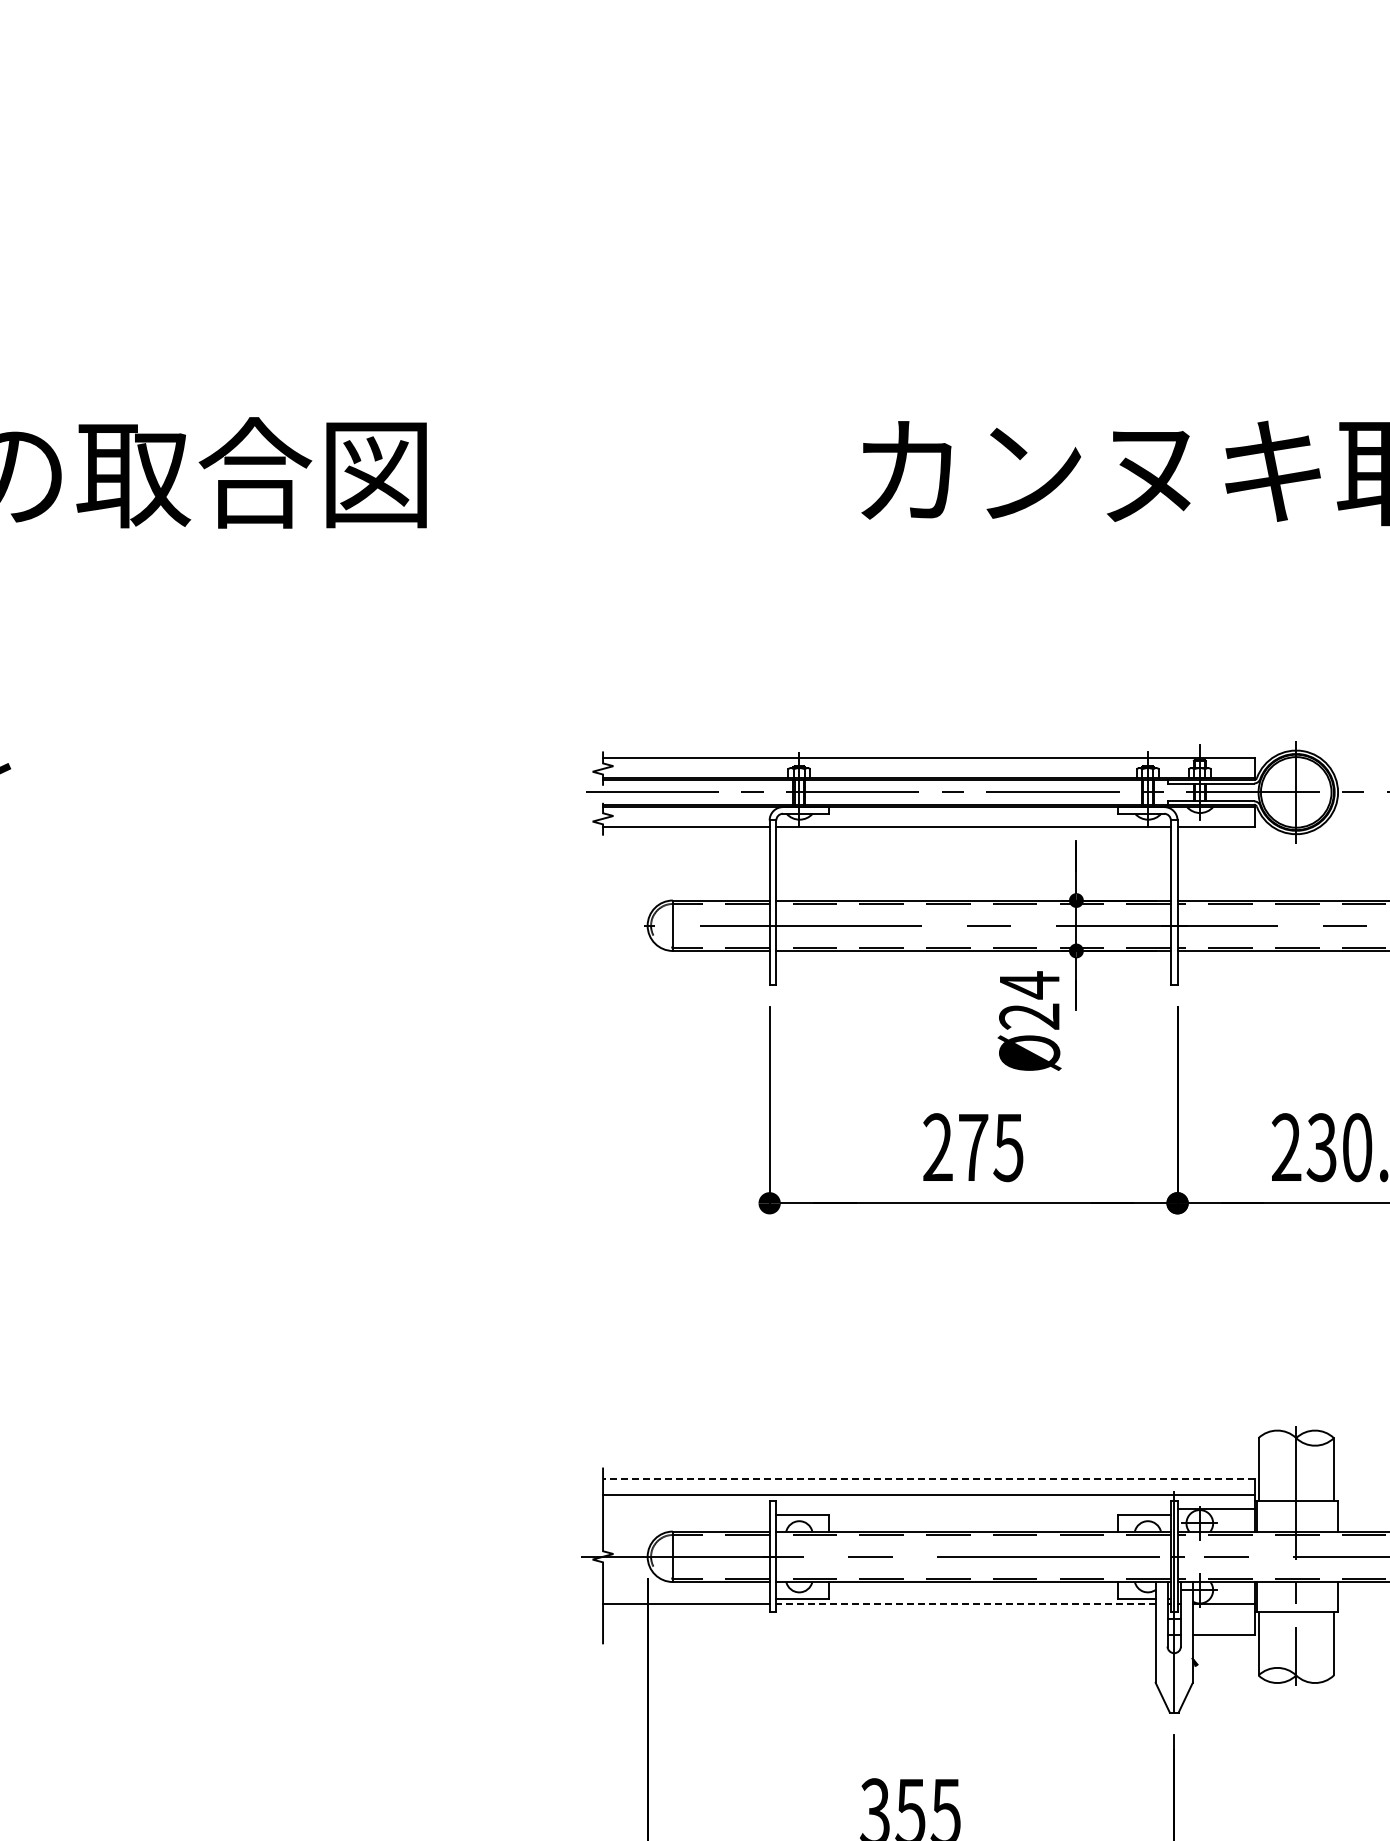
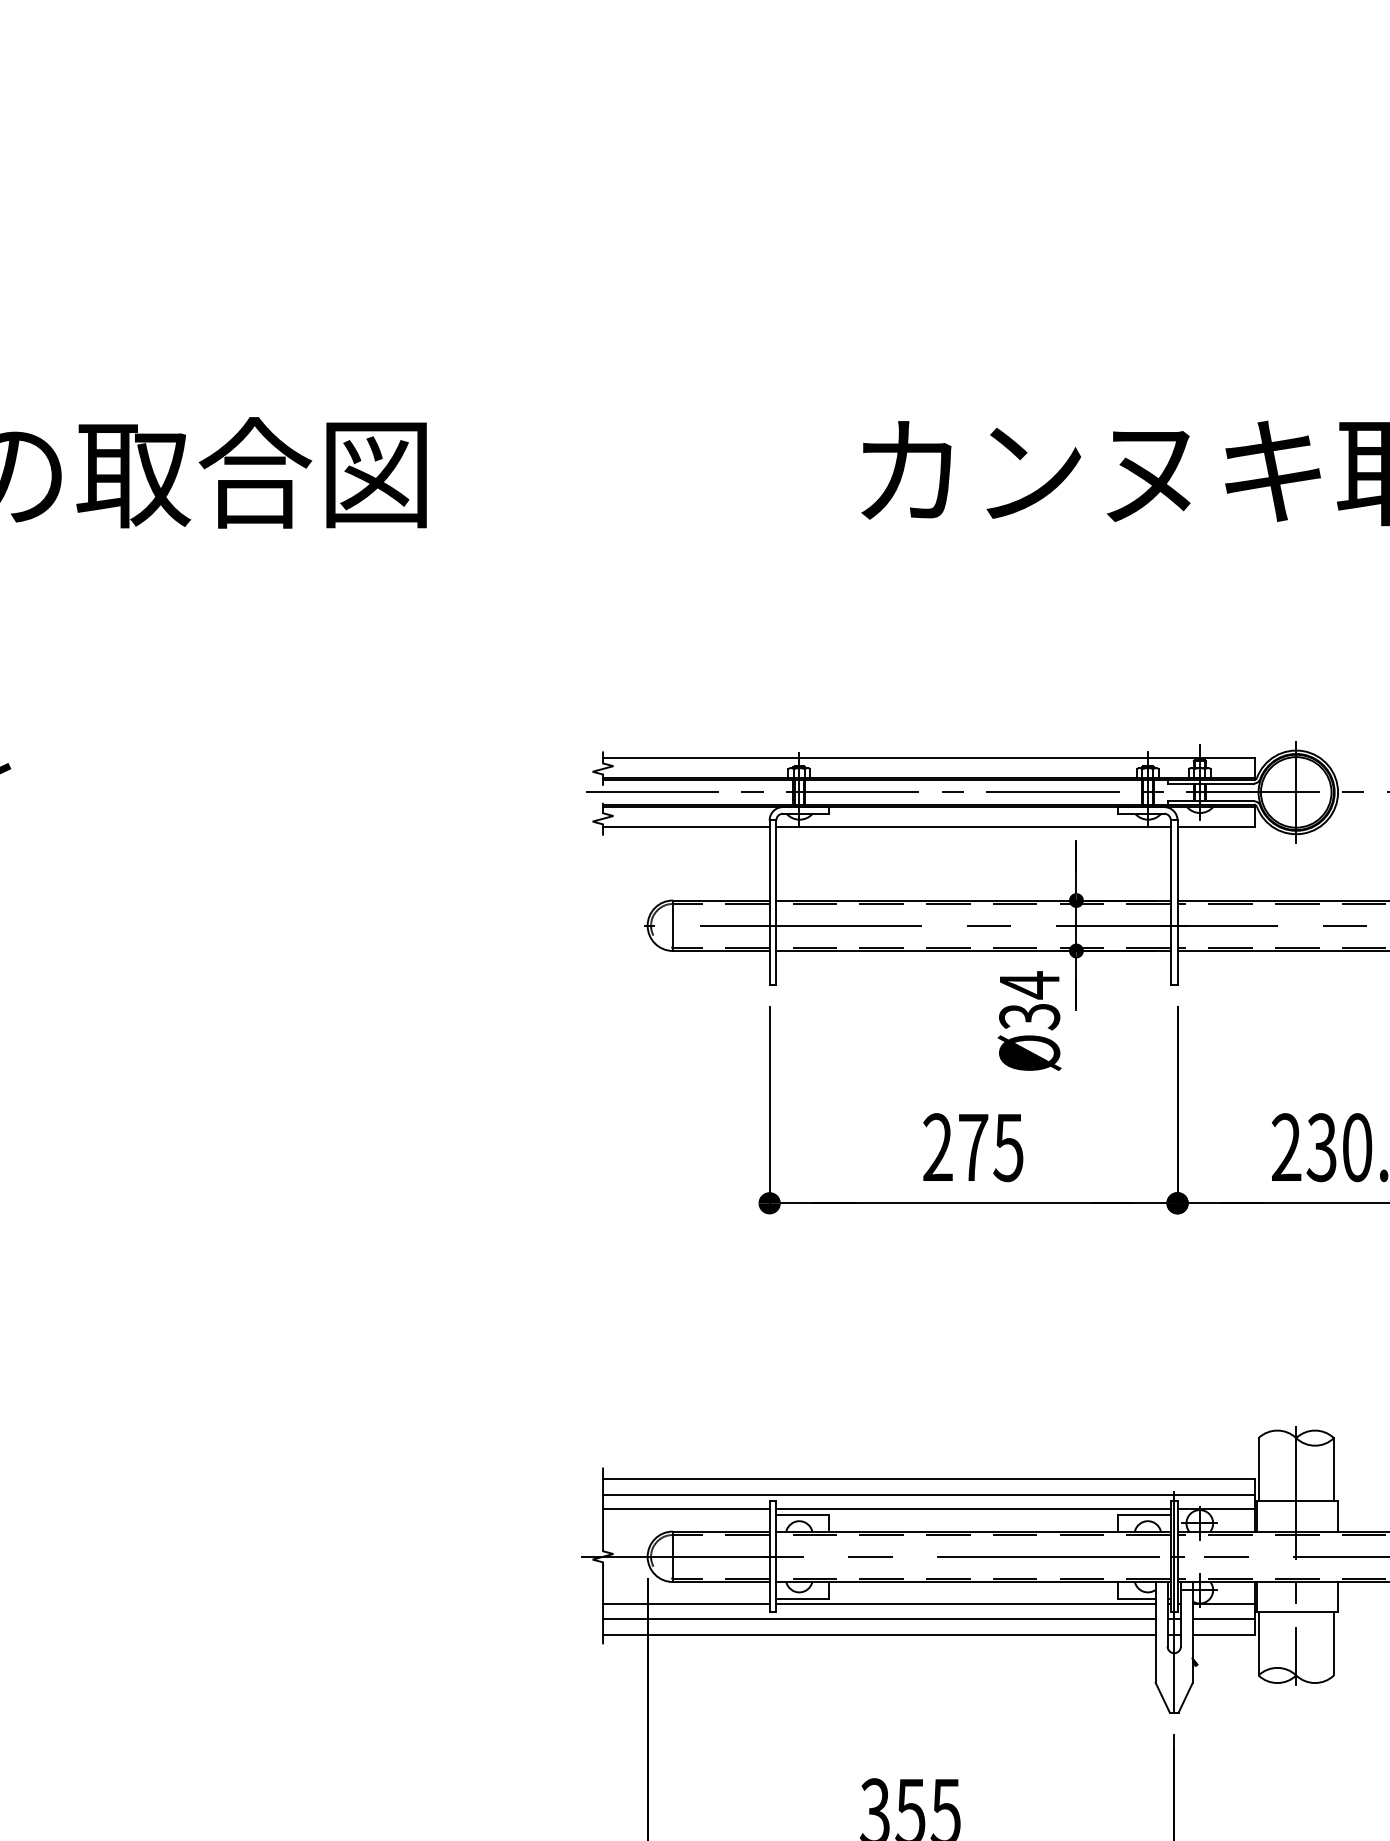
text at (1029, 1016): Ø24 -> Ø34
line at (928, 1478): dashed -> solid
line at (686, 1509): none -> present
line at (973, 1509): none -> present
line at (966, 1604): dashed -> solid
line at (879, 1619): none -> present
line at (1223, 1619): none -> present
line at (879, 1634): none -> present
